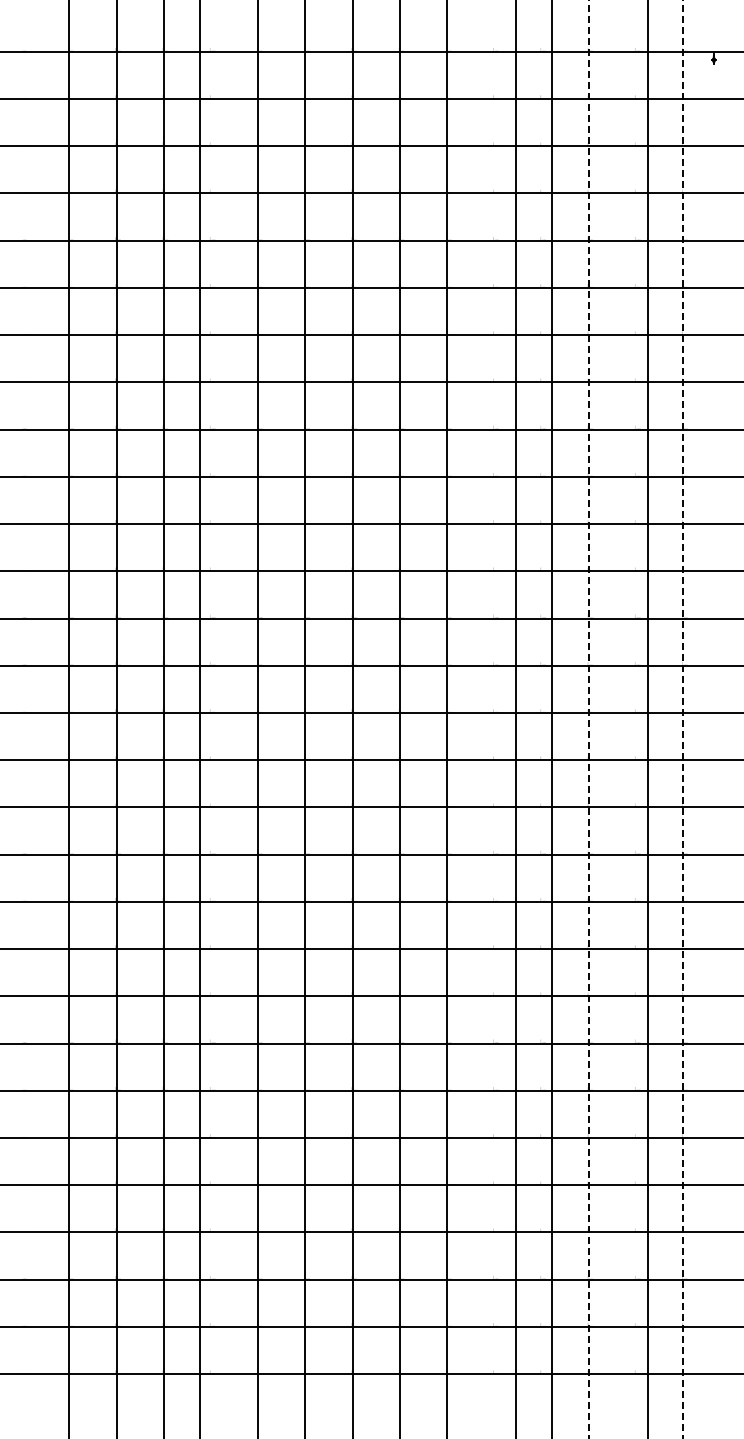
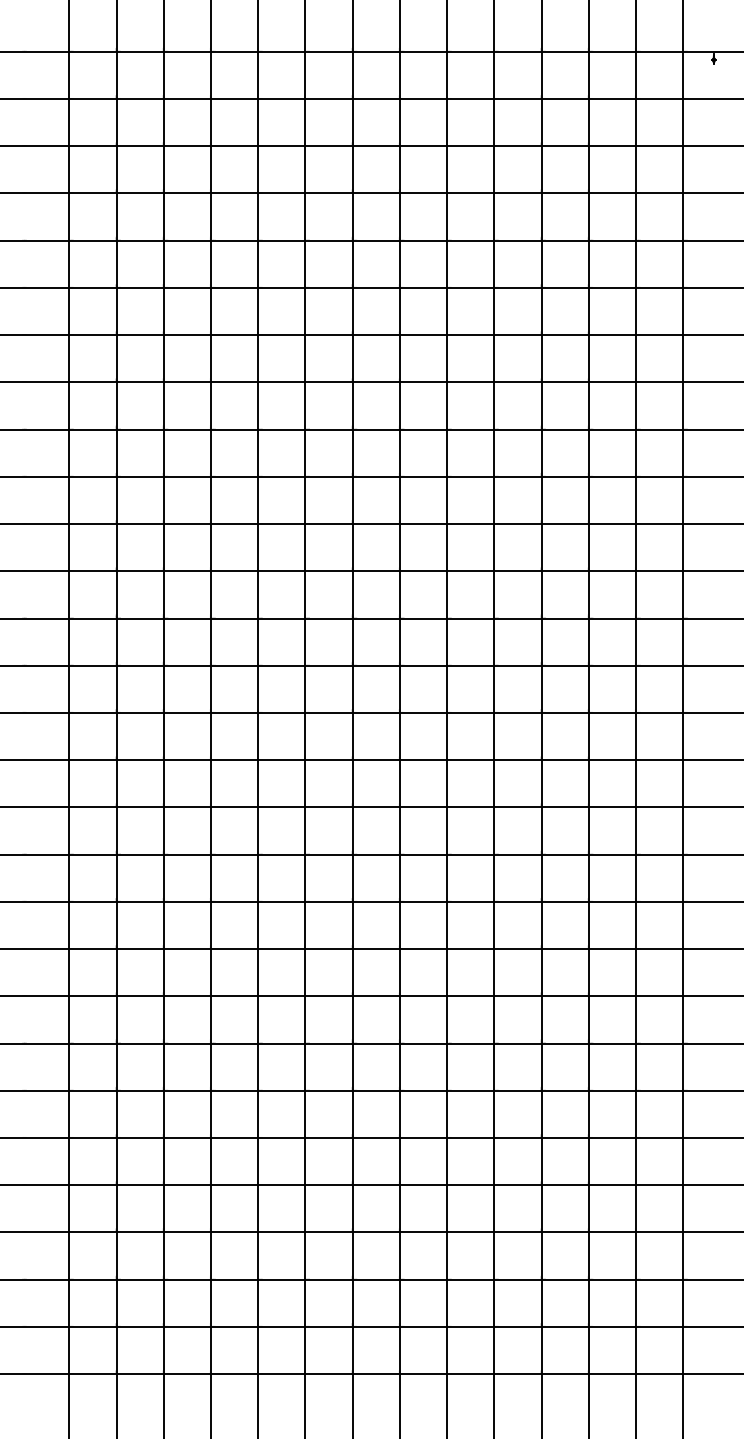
line at (199, 718) position: (199, 718) -> (210, 718)
line at (516, 718) position: (516, 718) -> (494, 718)
line at (551, 718) position: (551, 718) -> (541, 718)
line at (648, 718) position: (648, 718) -> (636, 718)
line at (588, 719): dashed -> solid
line at (683, 719): dashed -> solid
